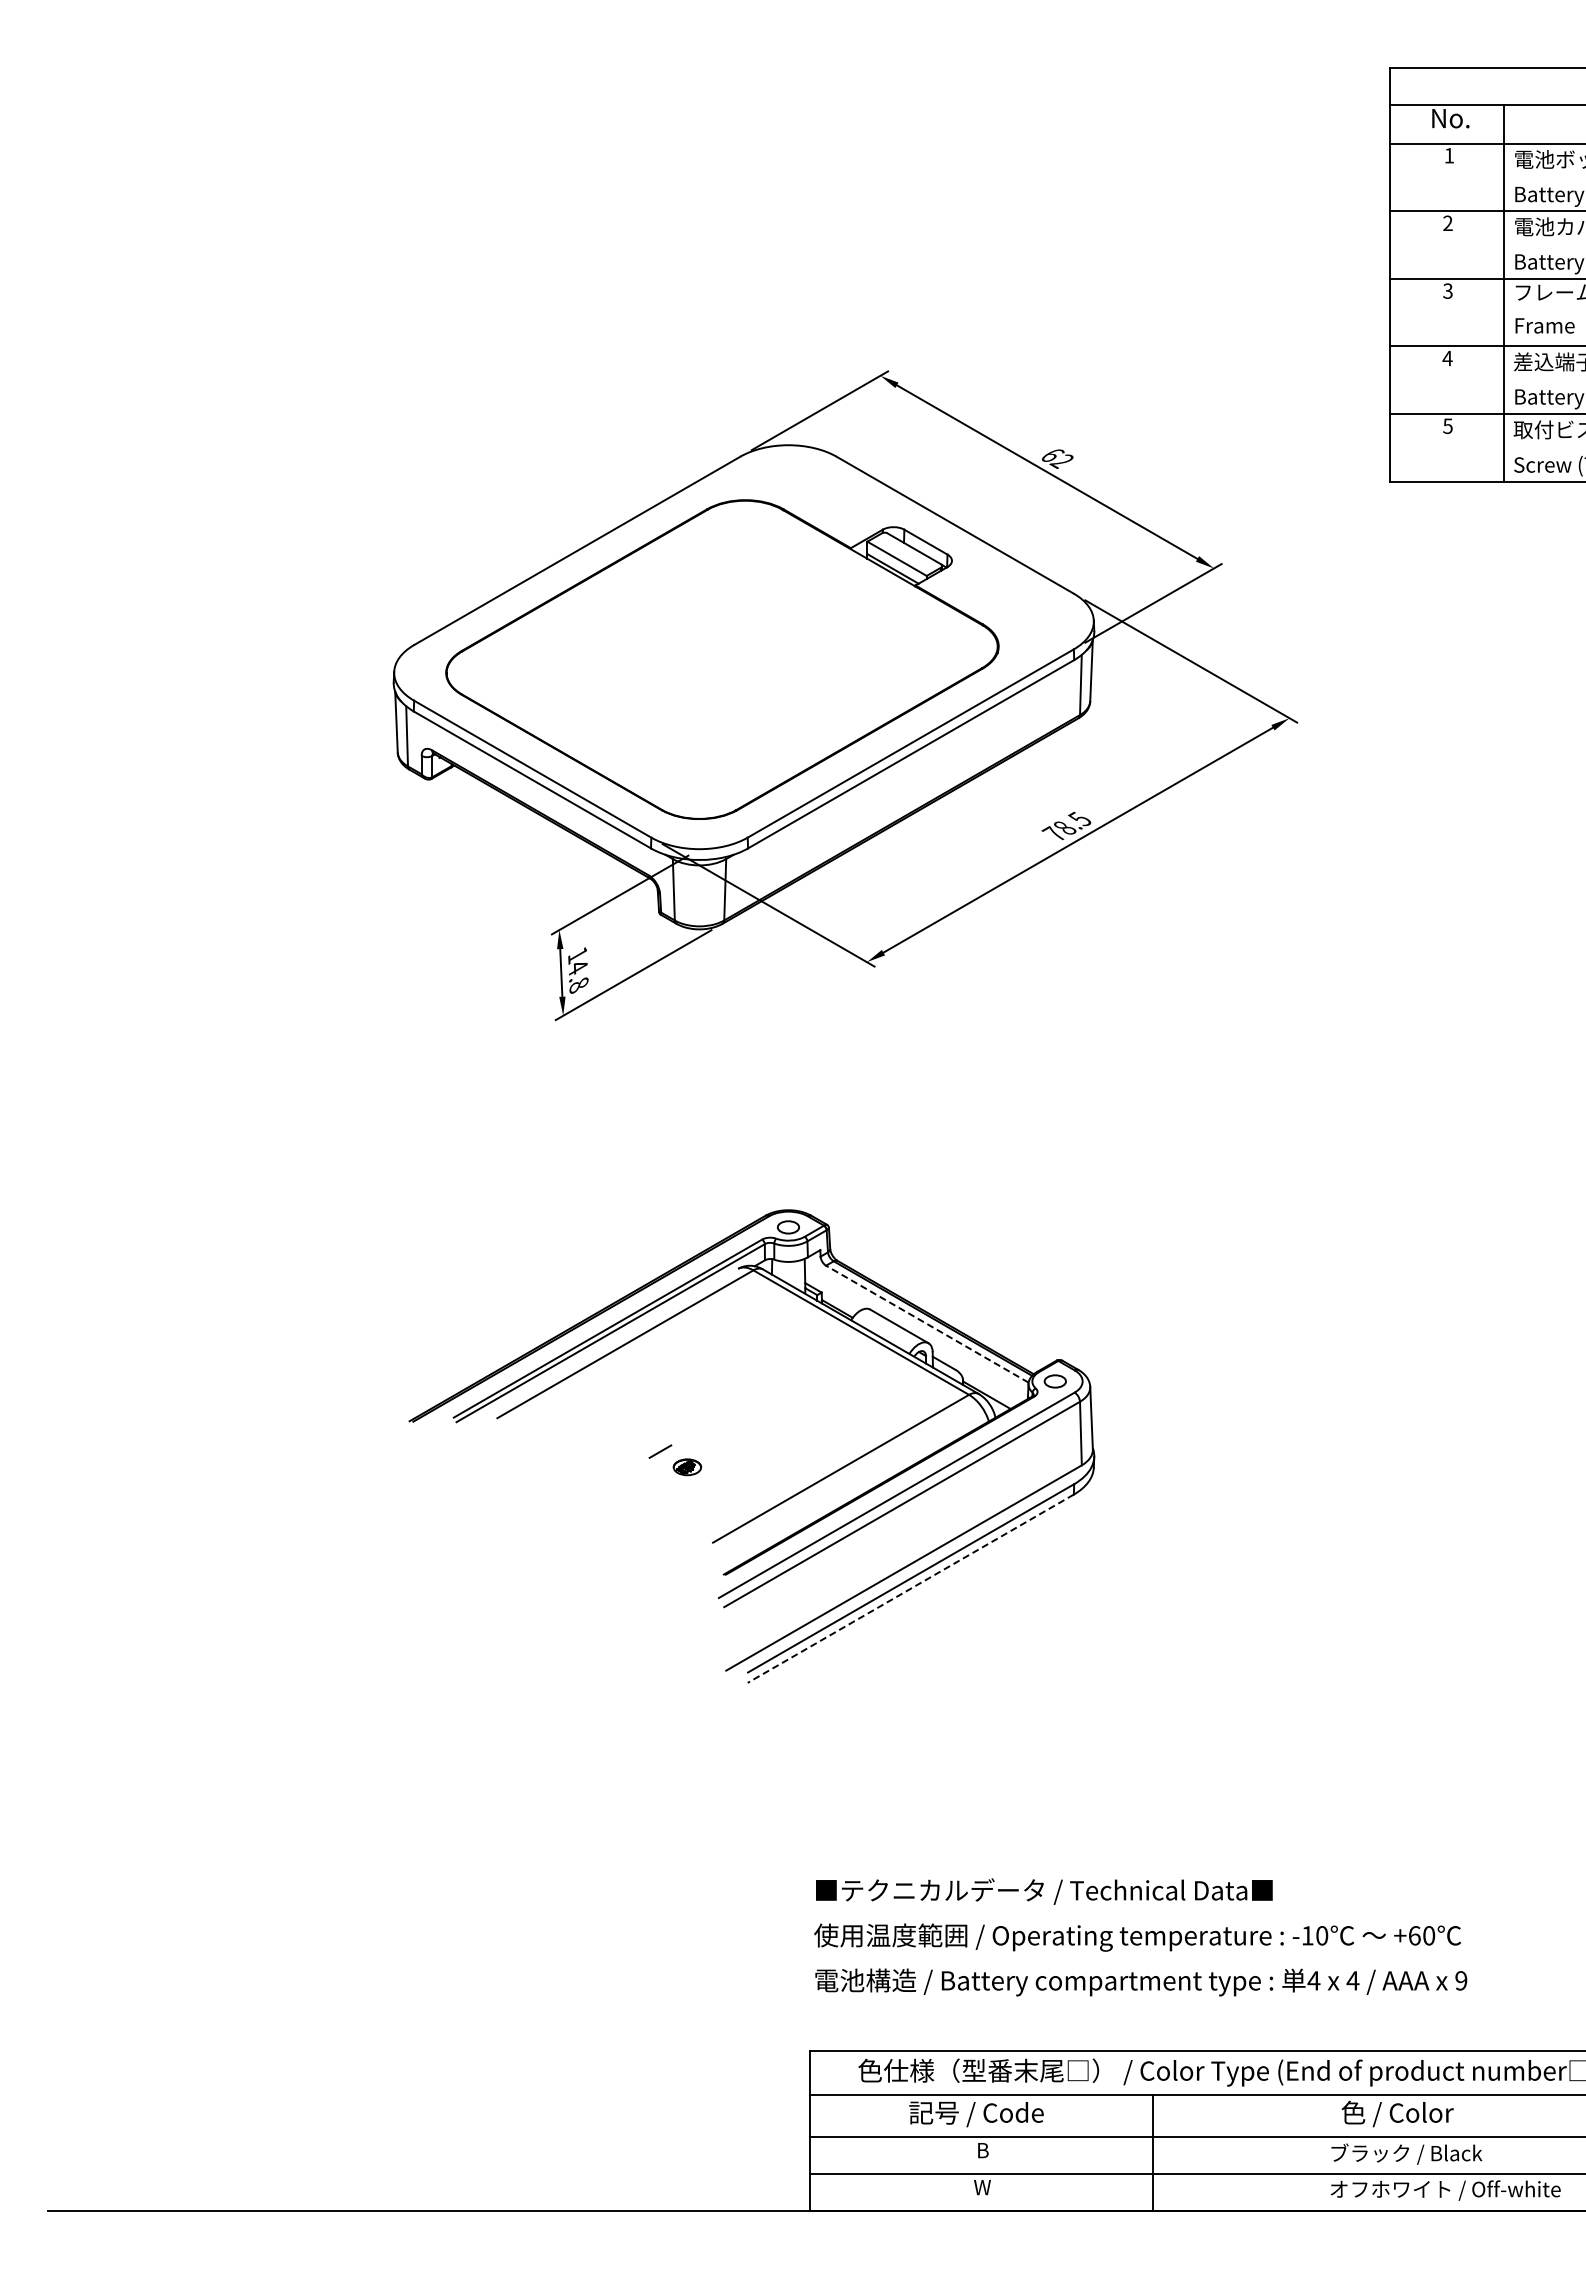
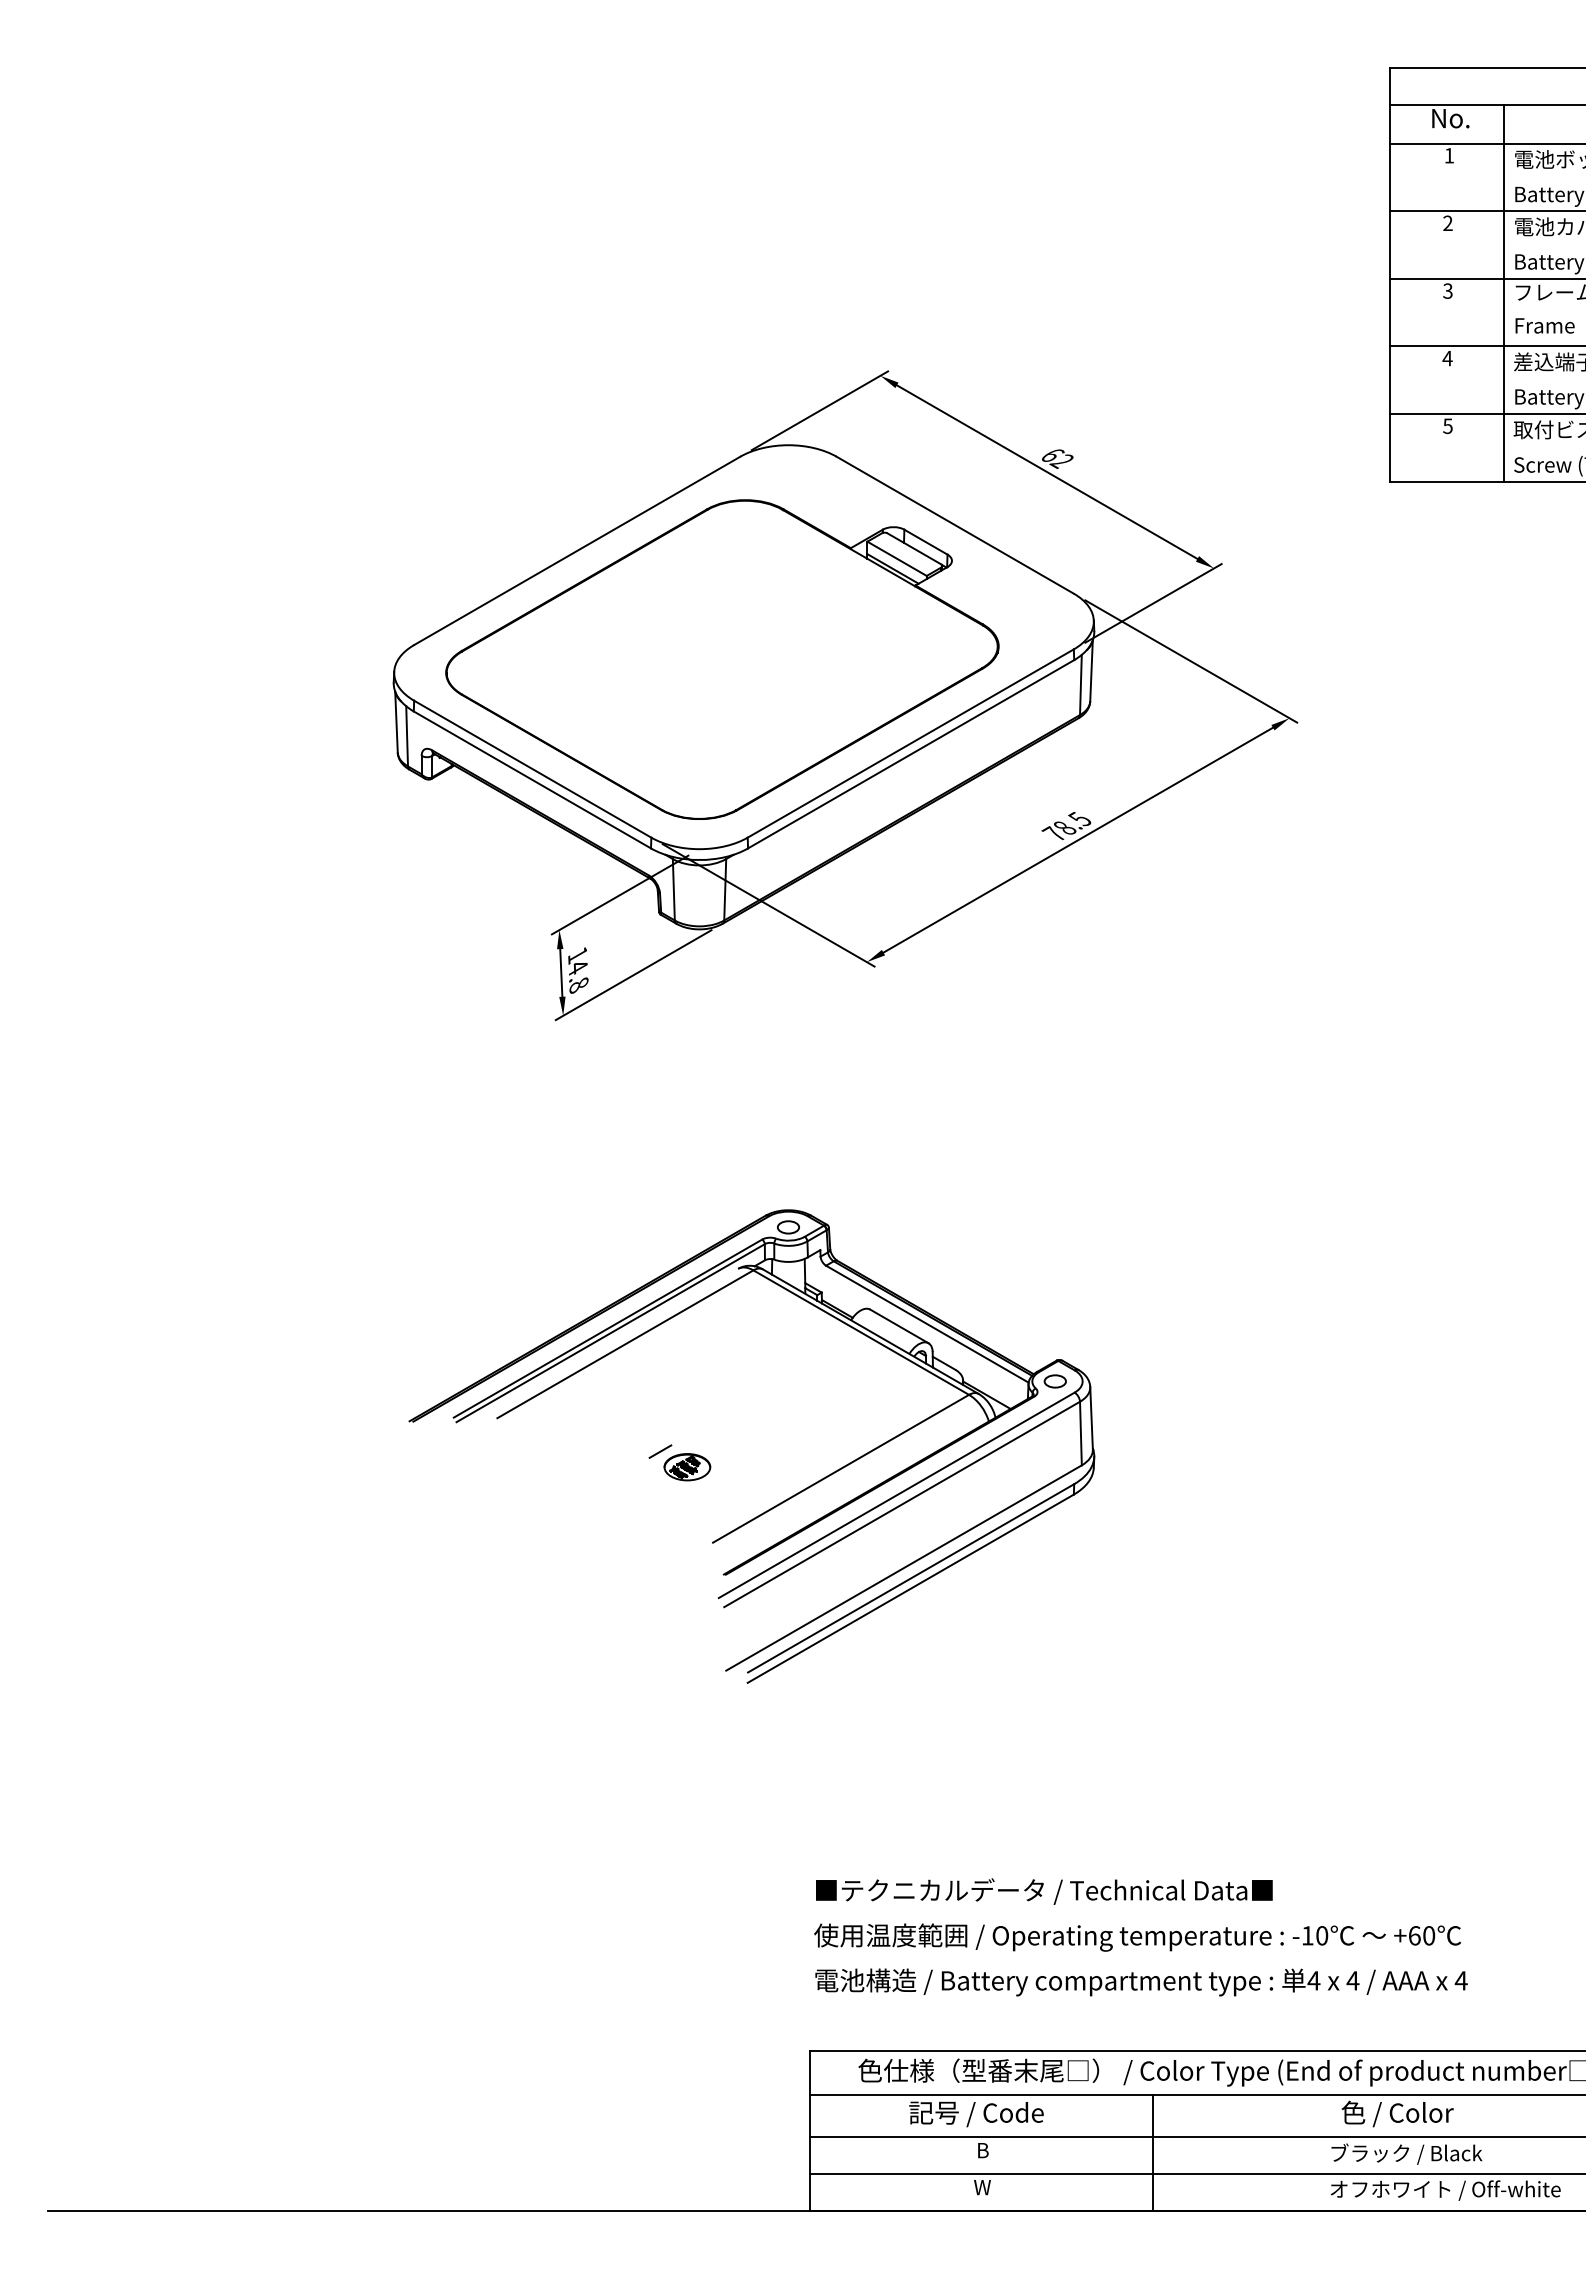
line at (927, 1324): dashed -> solid
part at (687, 1467) size: 31x19 px -> 49x29 px
line at (910, 1588): dashed -> solid
text at (1460, 1980): 9 -> 4
